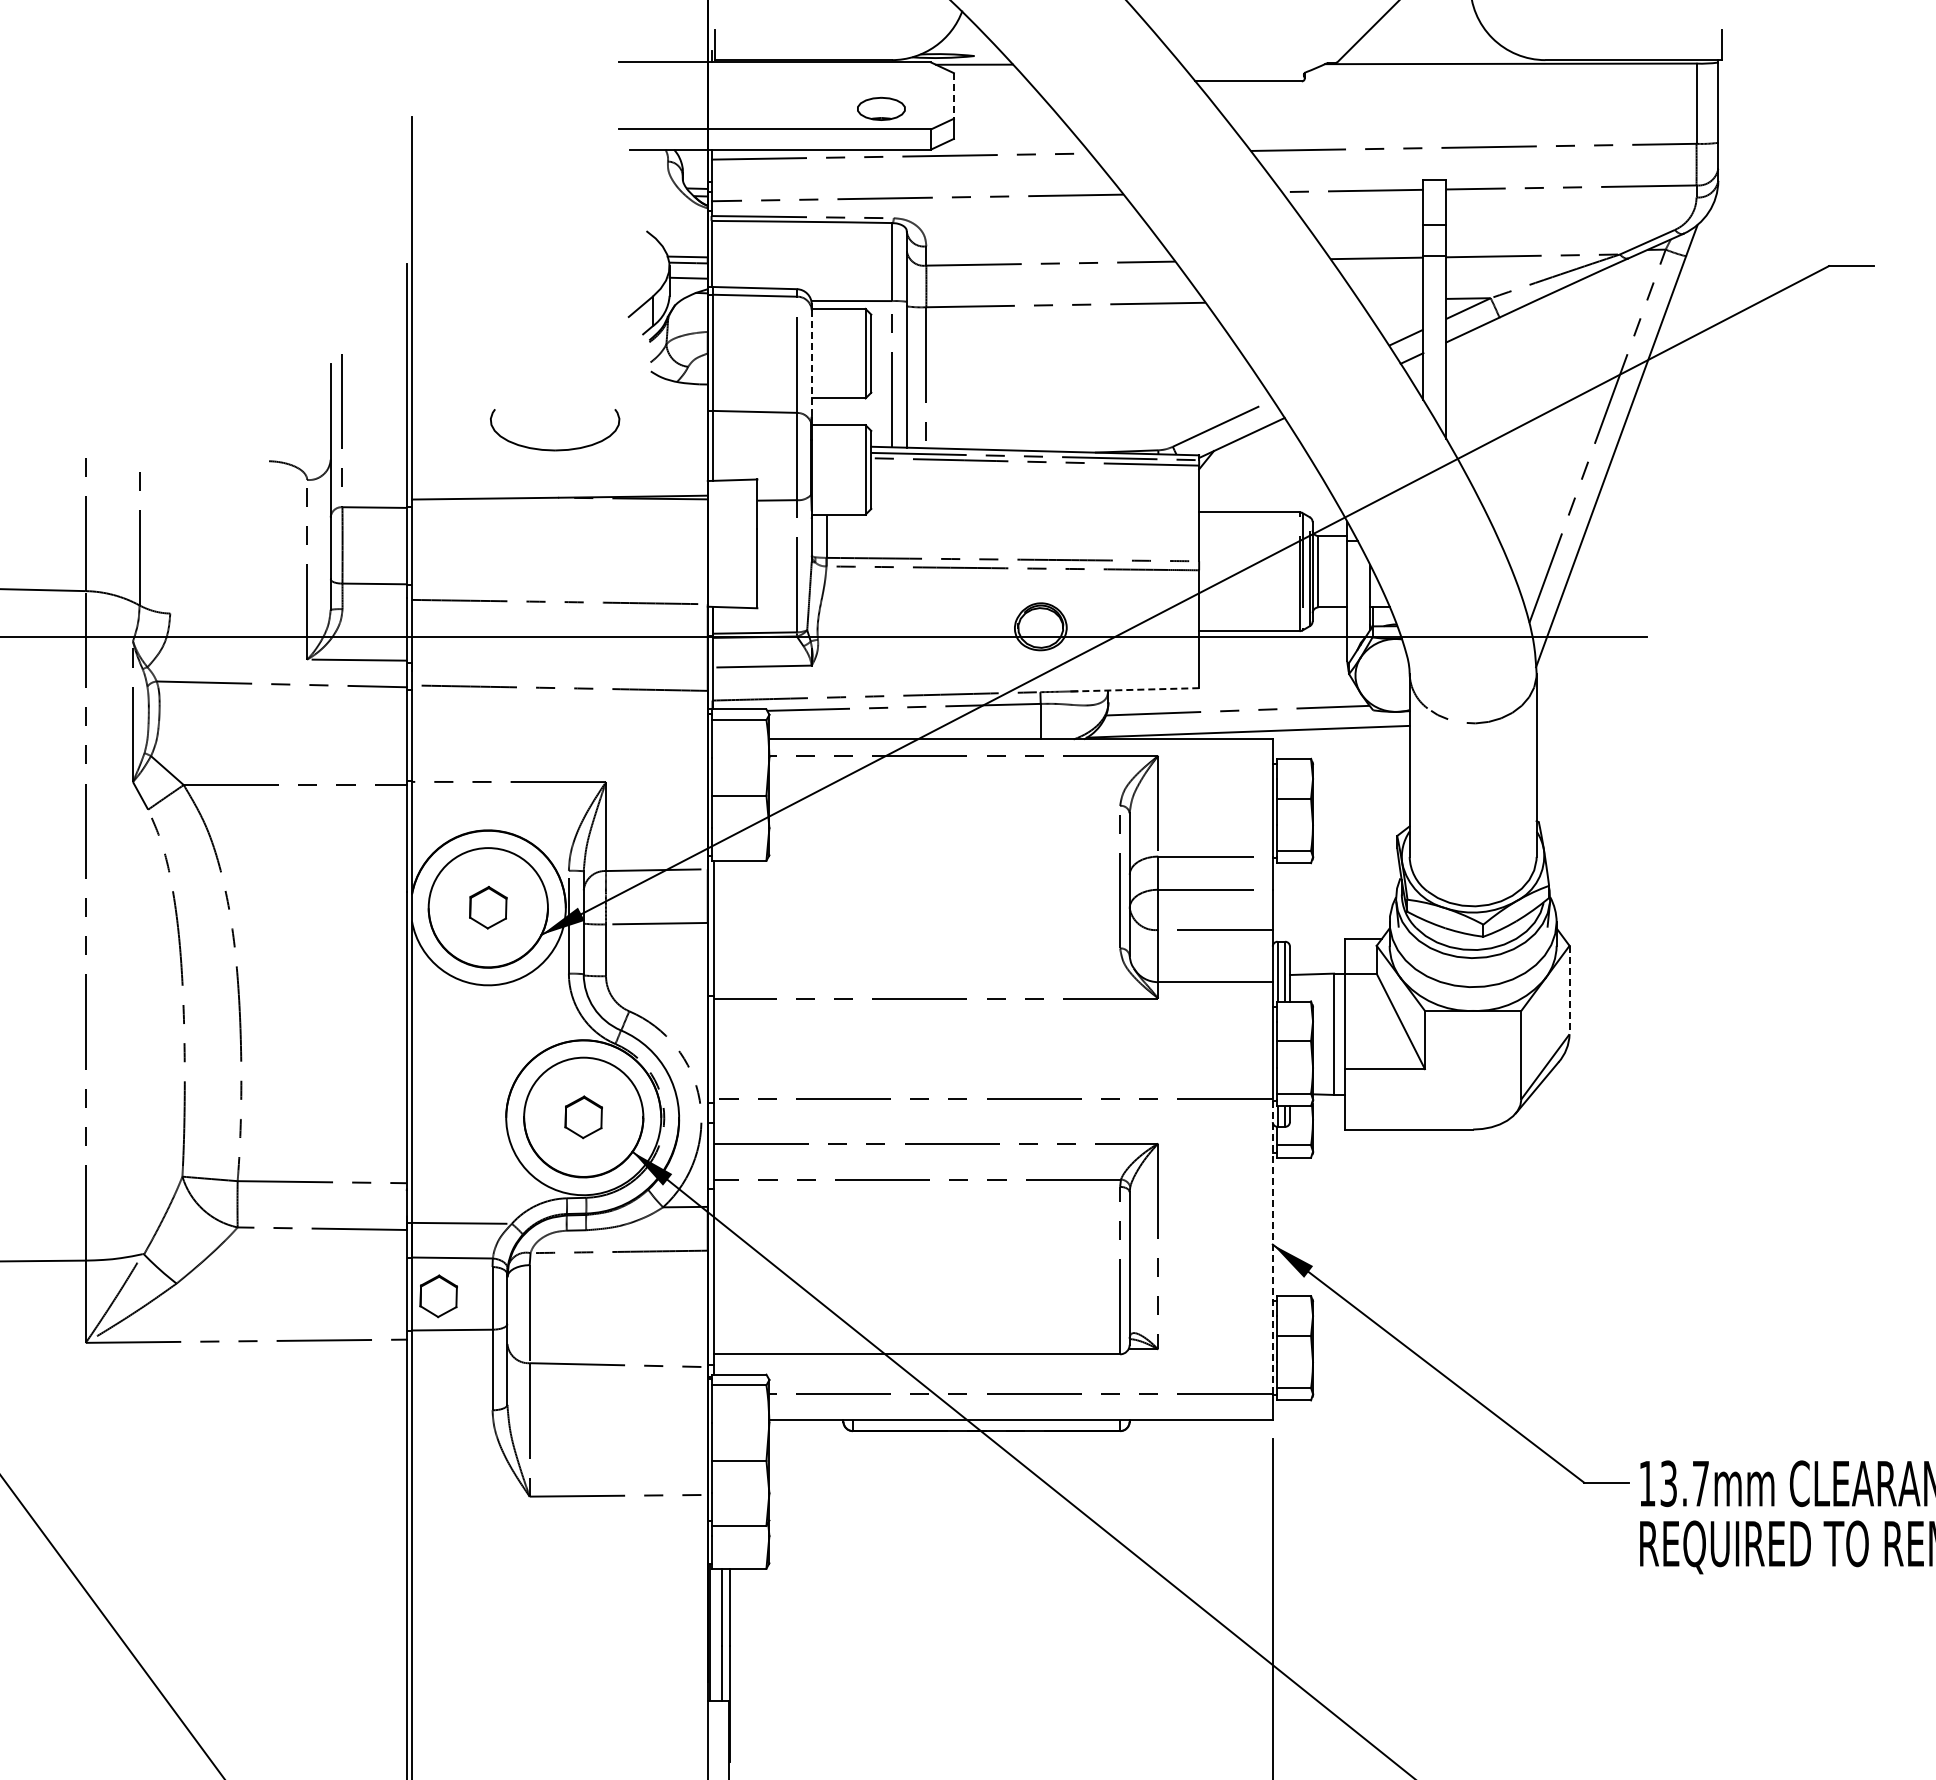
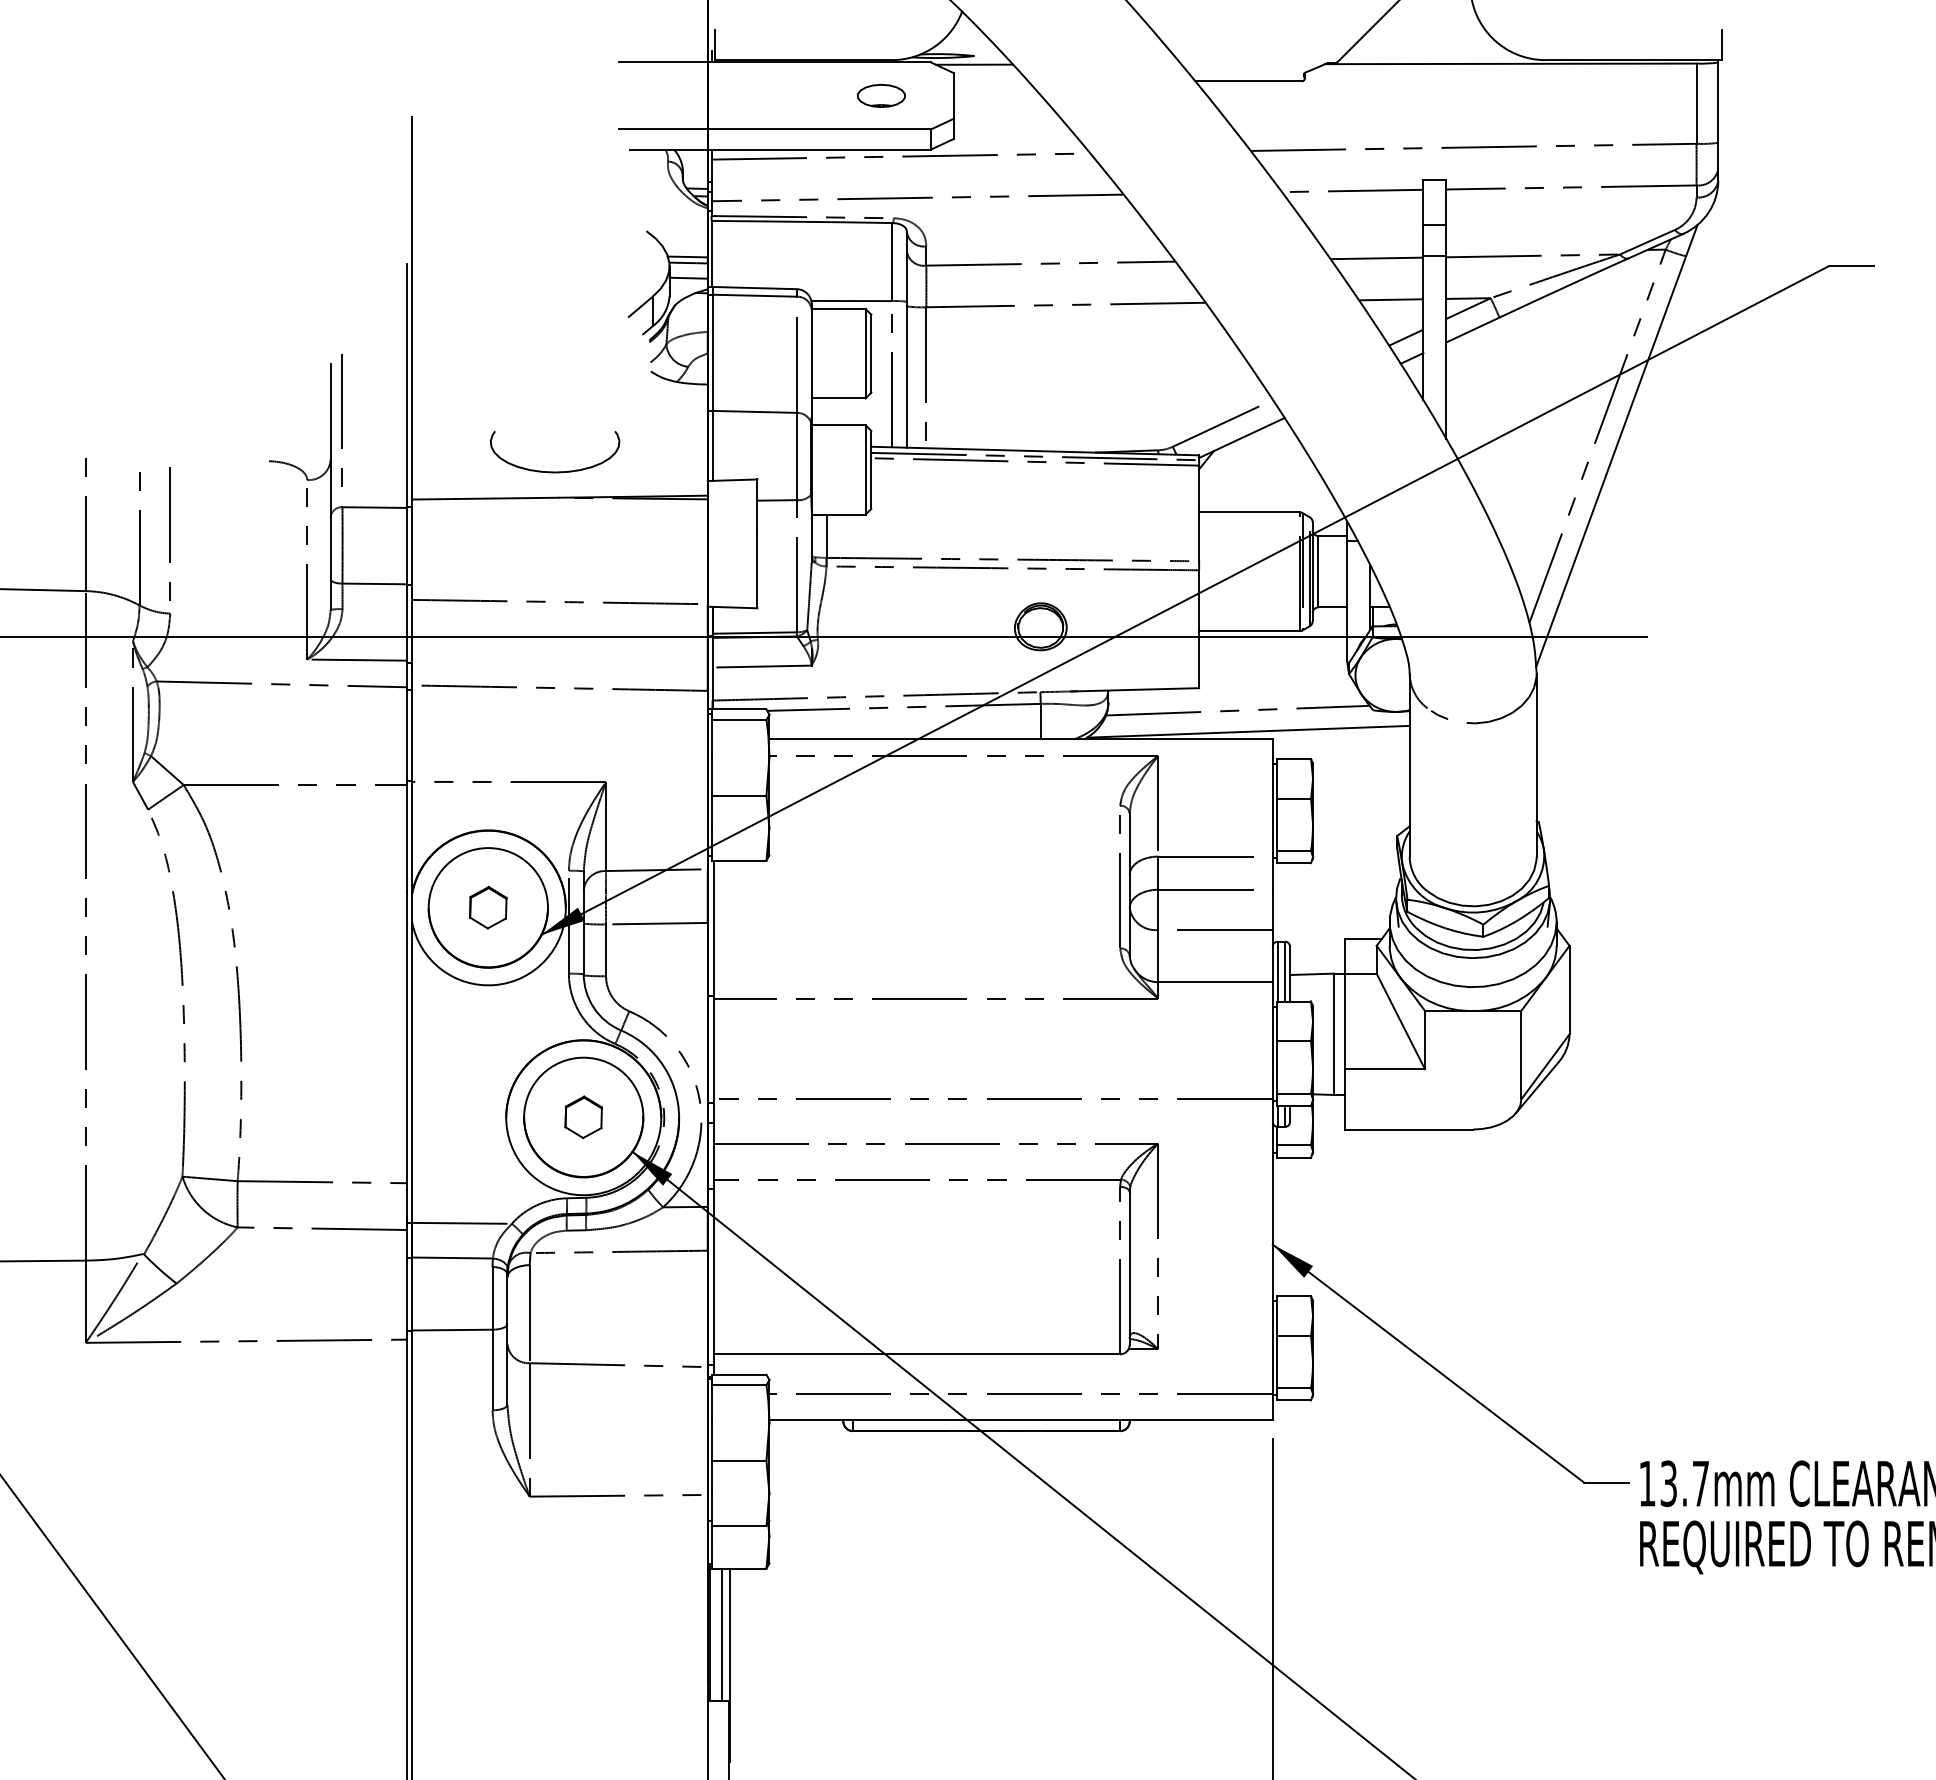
line at (953, 95): dashed -> solid
part at (881, 108) position: (881, 108) -> (881, 95)
line at (1391, 299): none -> present
line at (811, 363): dashed -> solid
part at (555, 449) position: (555, 449) -> (555, 471)
line at (169, 533): none -> present
line at (1135, 689): dashed -> solid
line at (1569, 990): dashed -> solid
line at (1272, 1246): dashed -> solid
part at (438, 1296): present -> none
